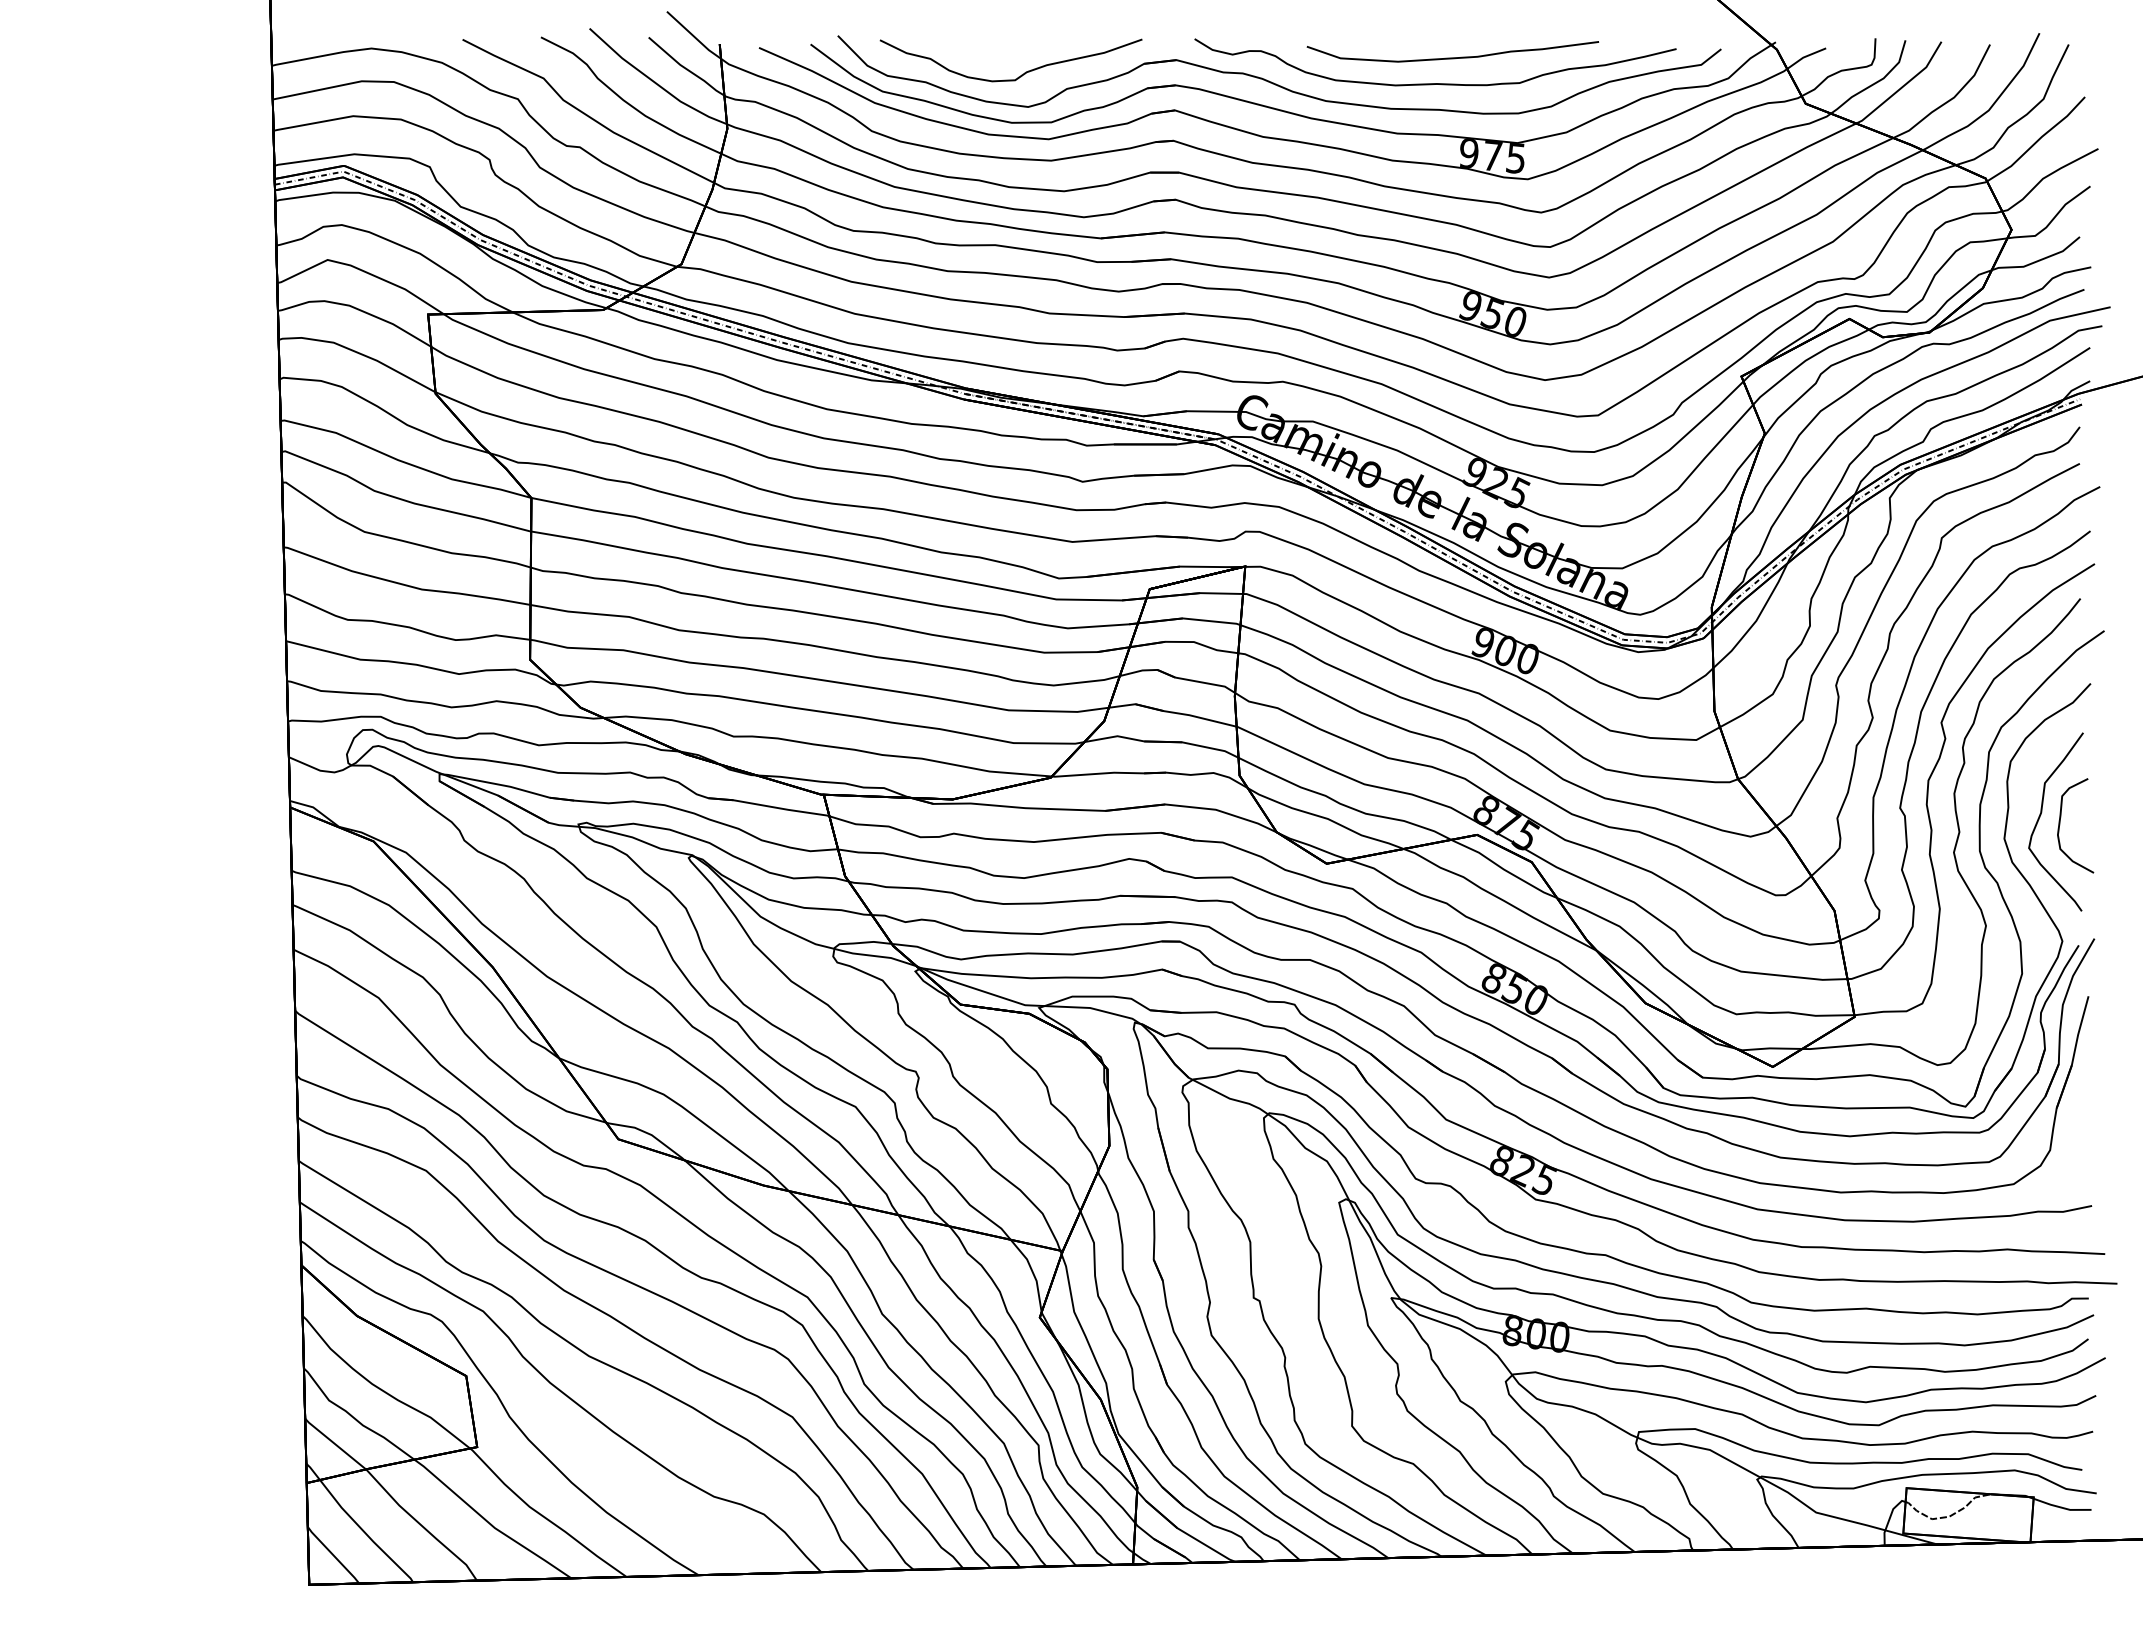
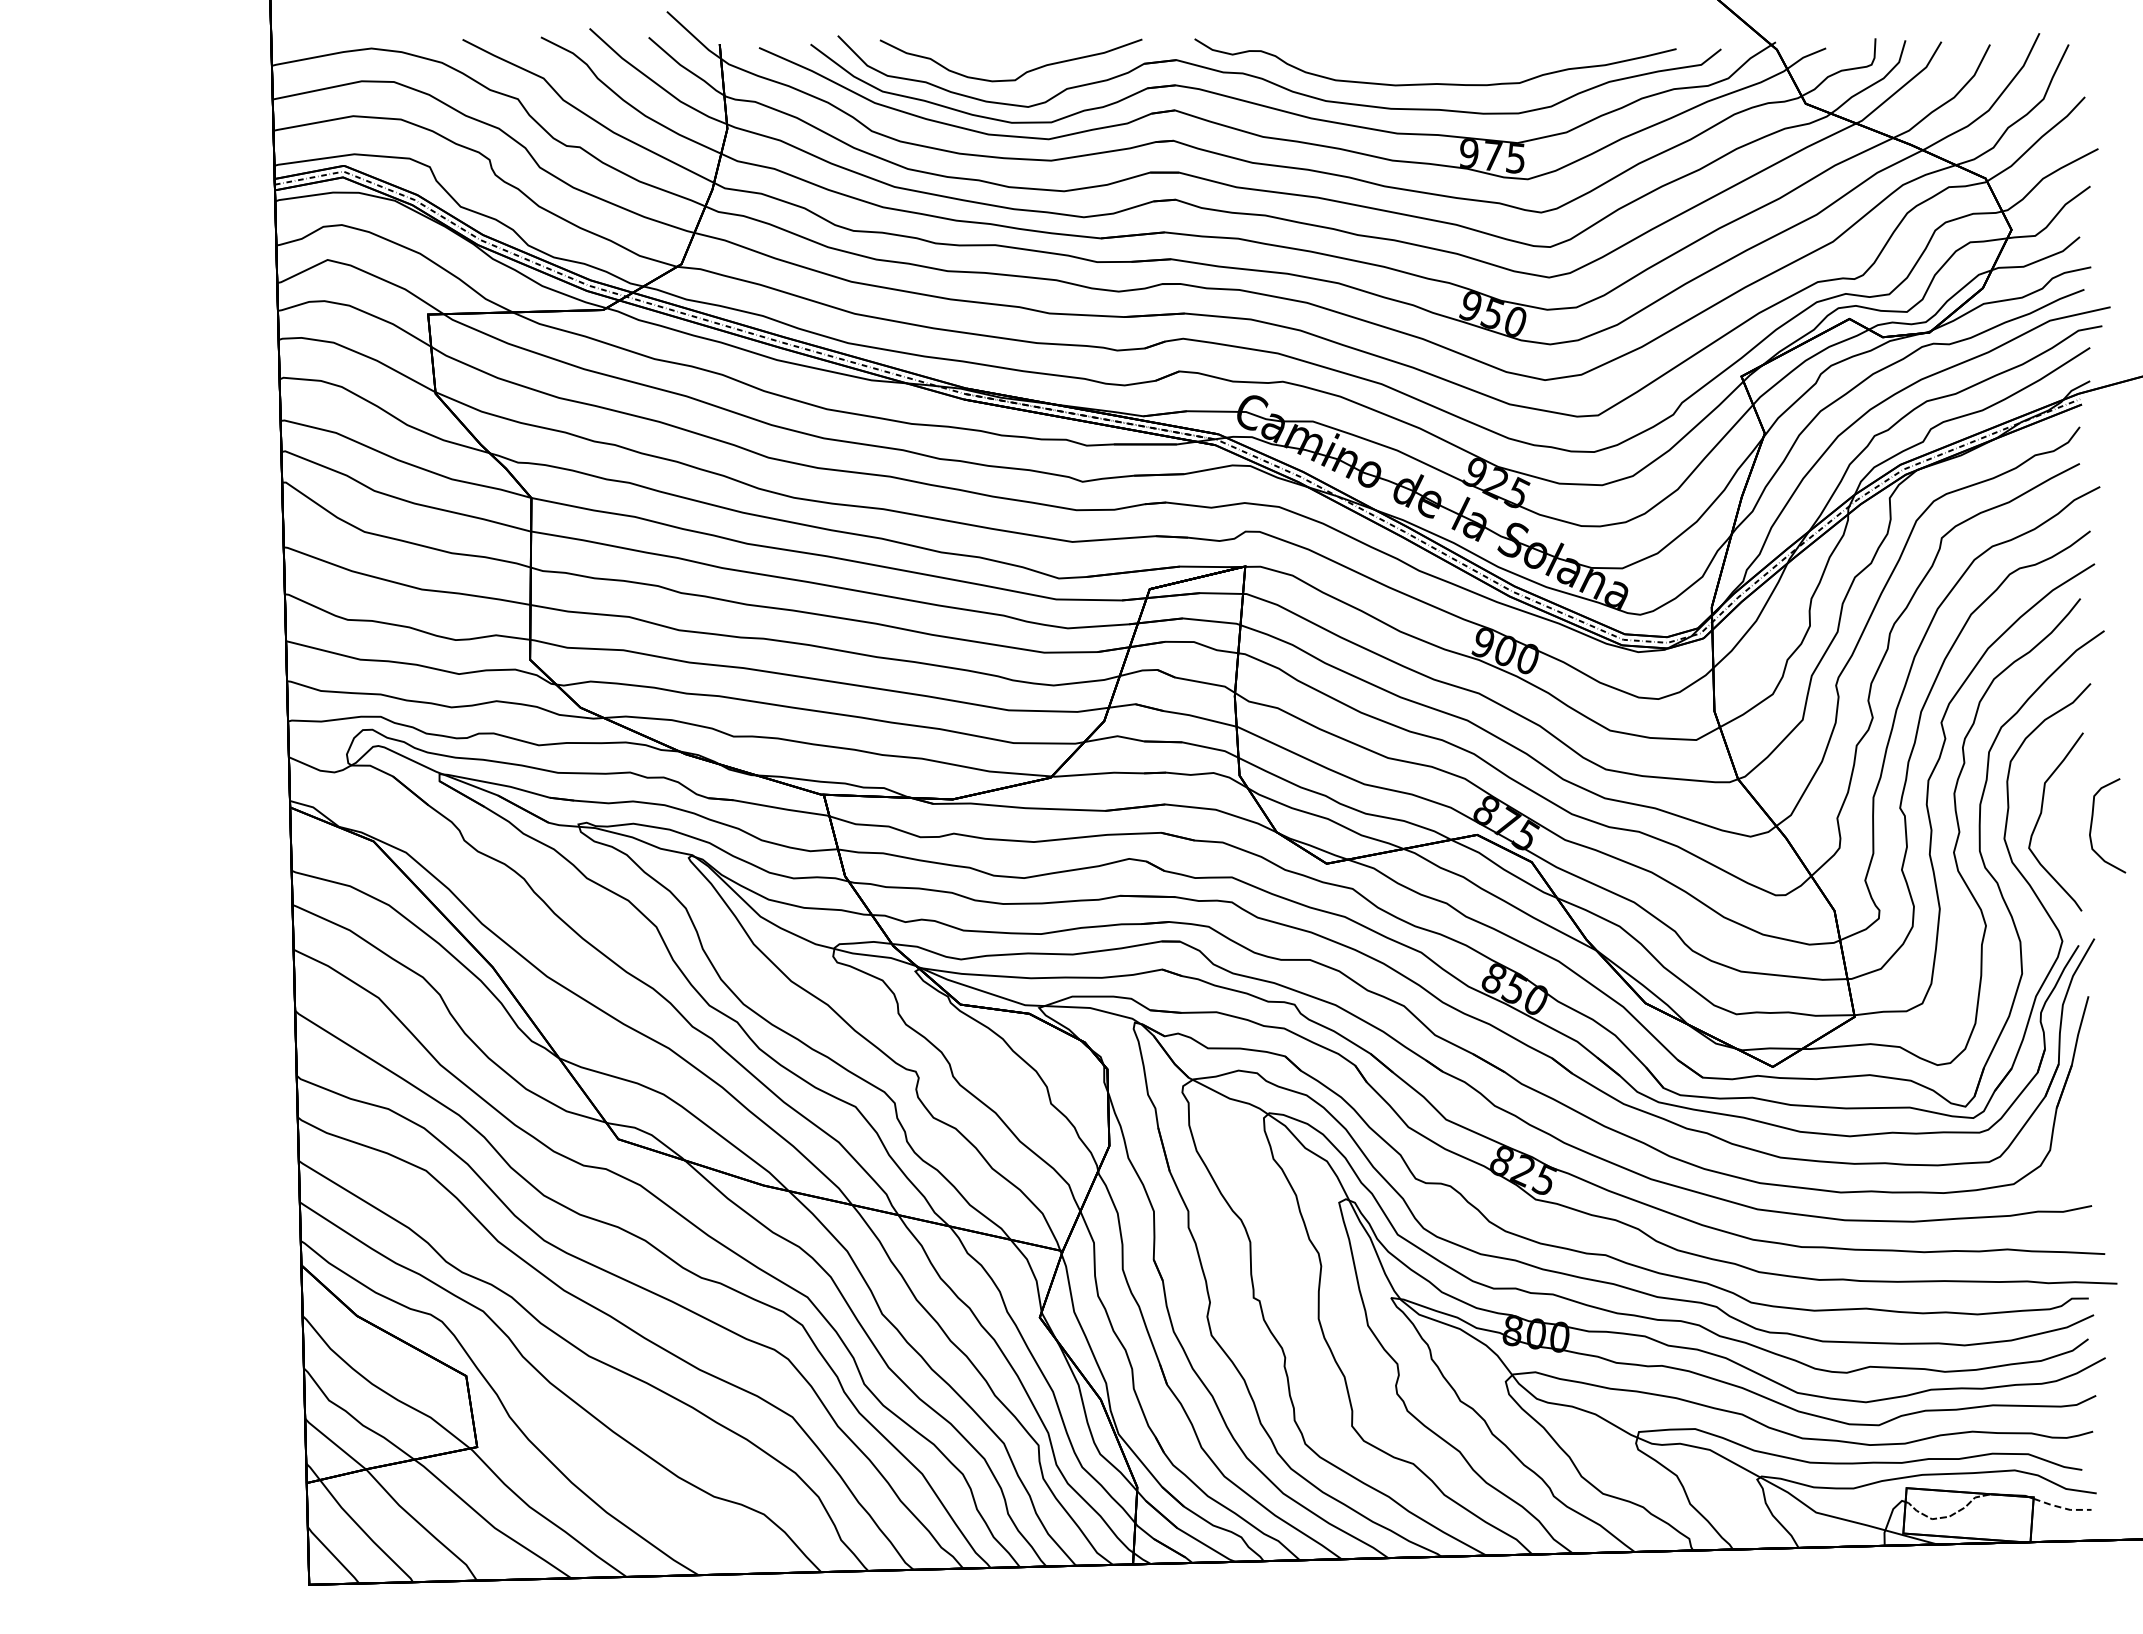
curve at (1452, 57): present -> none
curve at (2060, 825) position: (2060, 825) -> (2092, 825)
line at (2061, 1507): solid -> dashed
